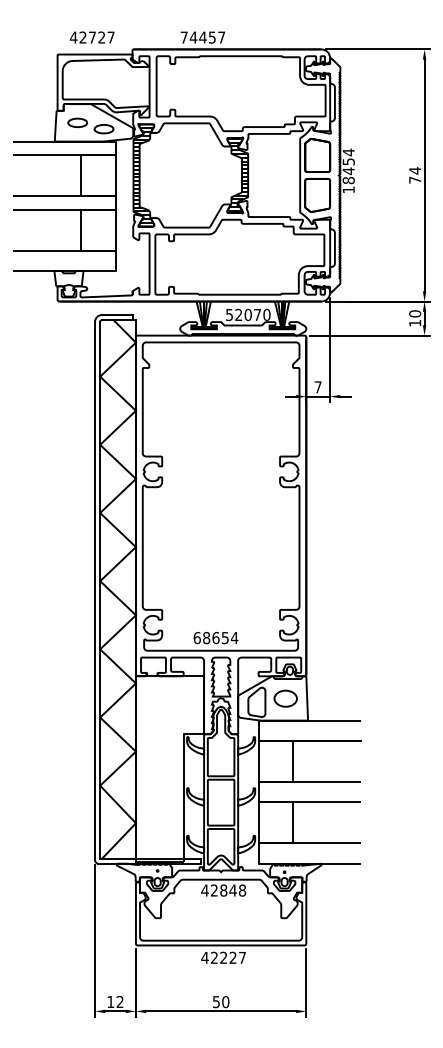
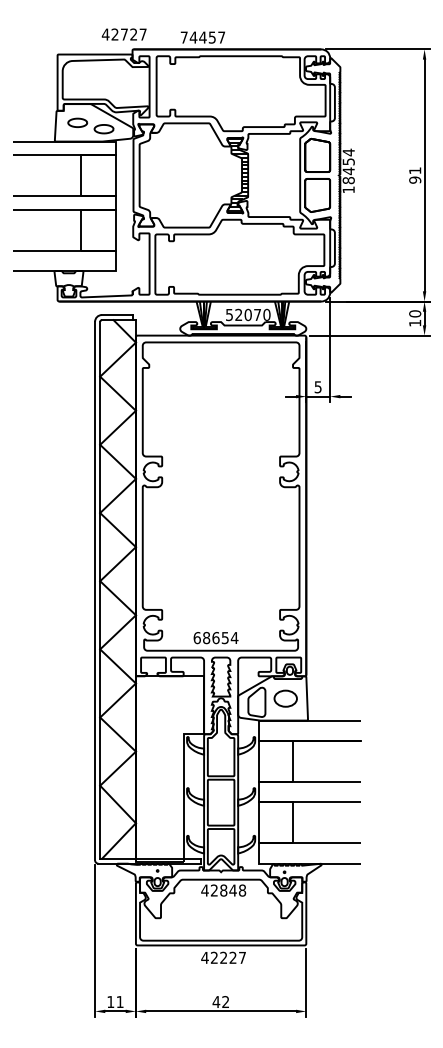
text at (91, 37) position: (91, 37) -> (123, 34)
text at (415, 175): 74 -> 91
hatch at (143, 177): present -> none
text at (317, 387): 7 -> 5
text at (119, 1001): 12 -> 11
text at (220, 1002): 50 -> 42
